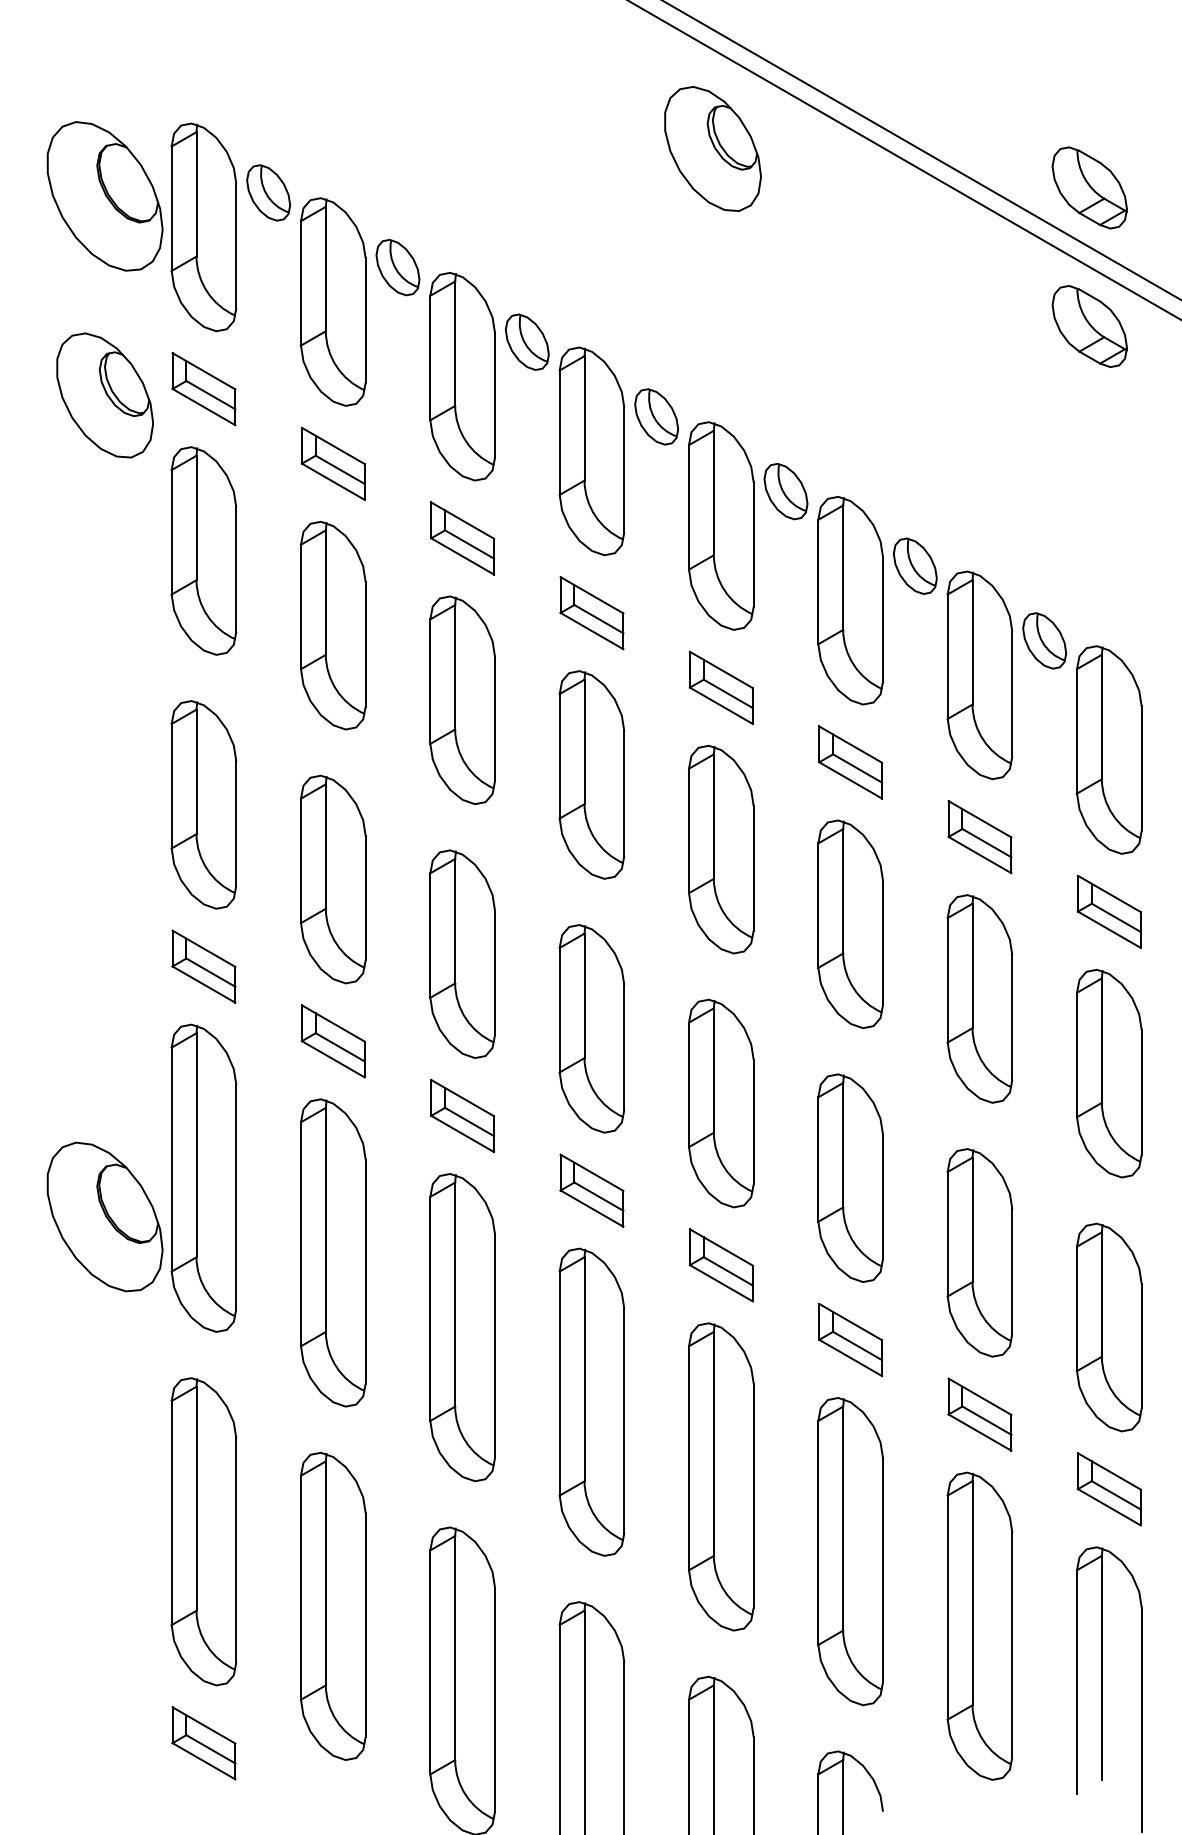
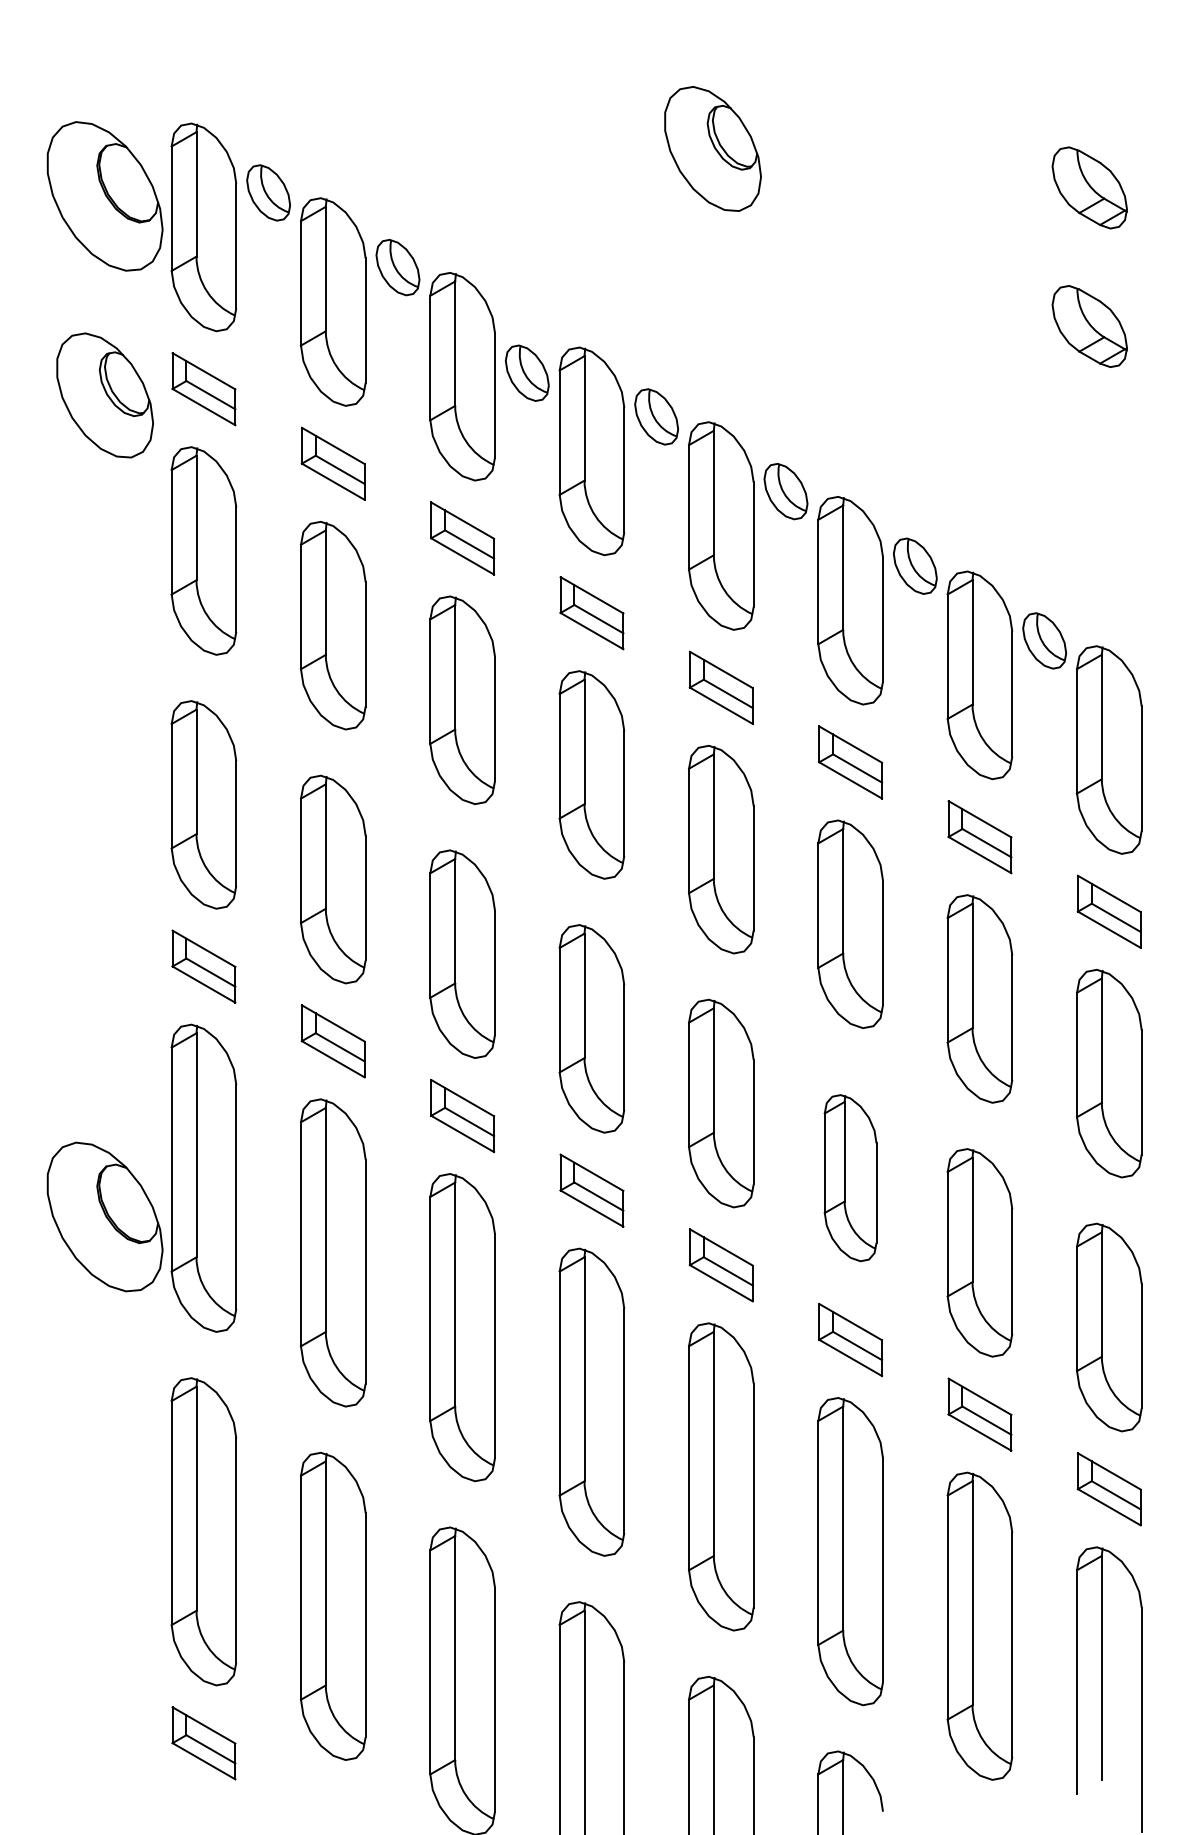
line at (921, 150): present -> none
line at (904, 160): present -> none
part at (527, 341) position: (527, 341) -> (527, 372)
part at (850, 1177) size: 67x210 px -> 55x169 px
